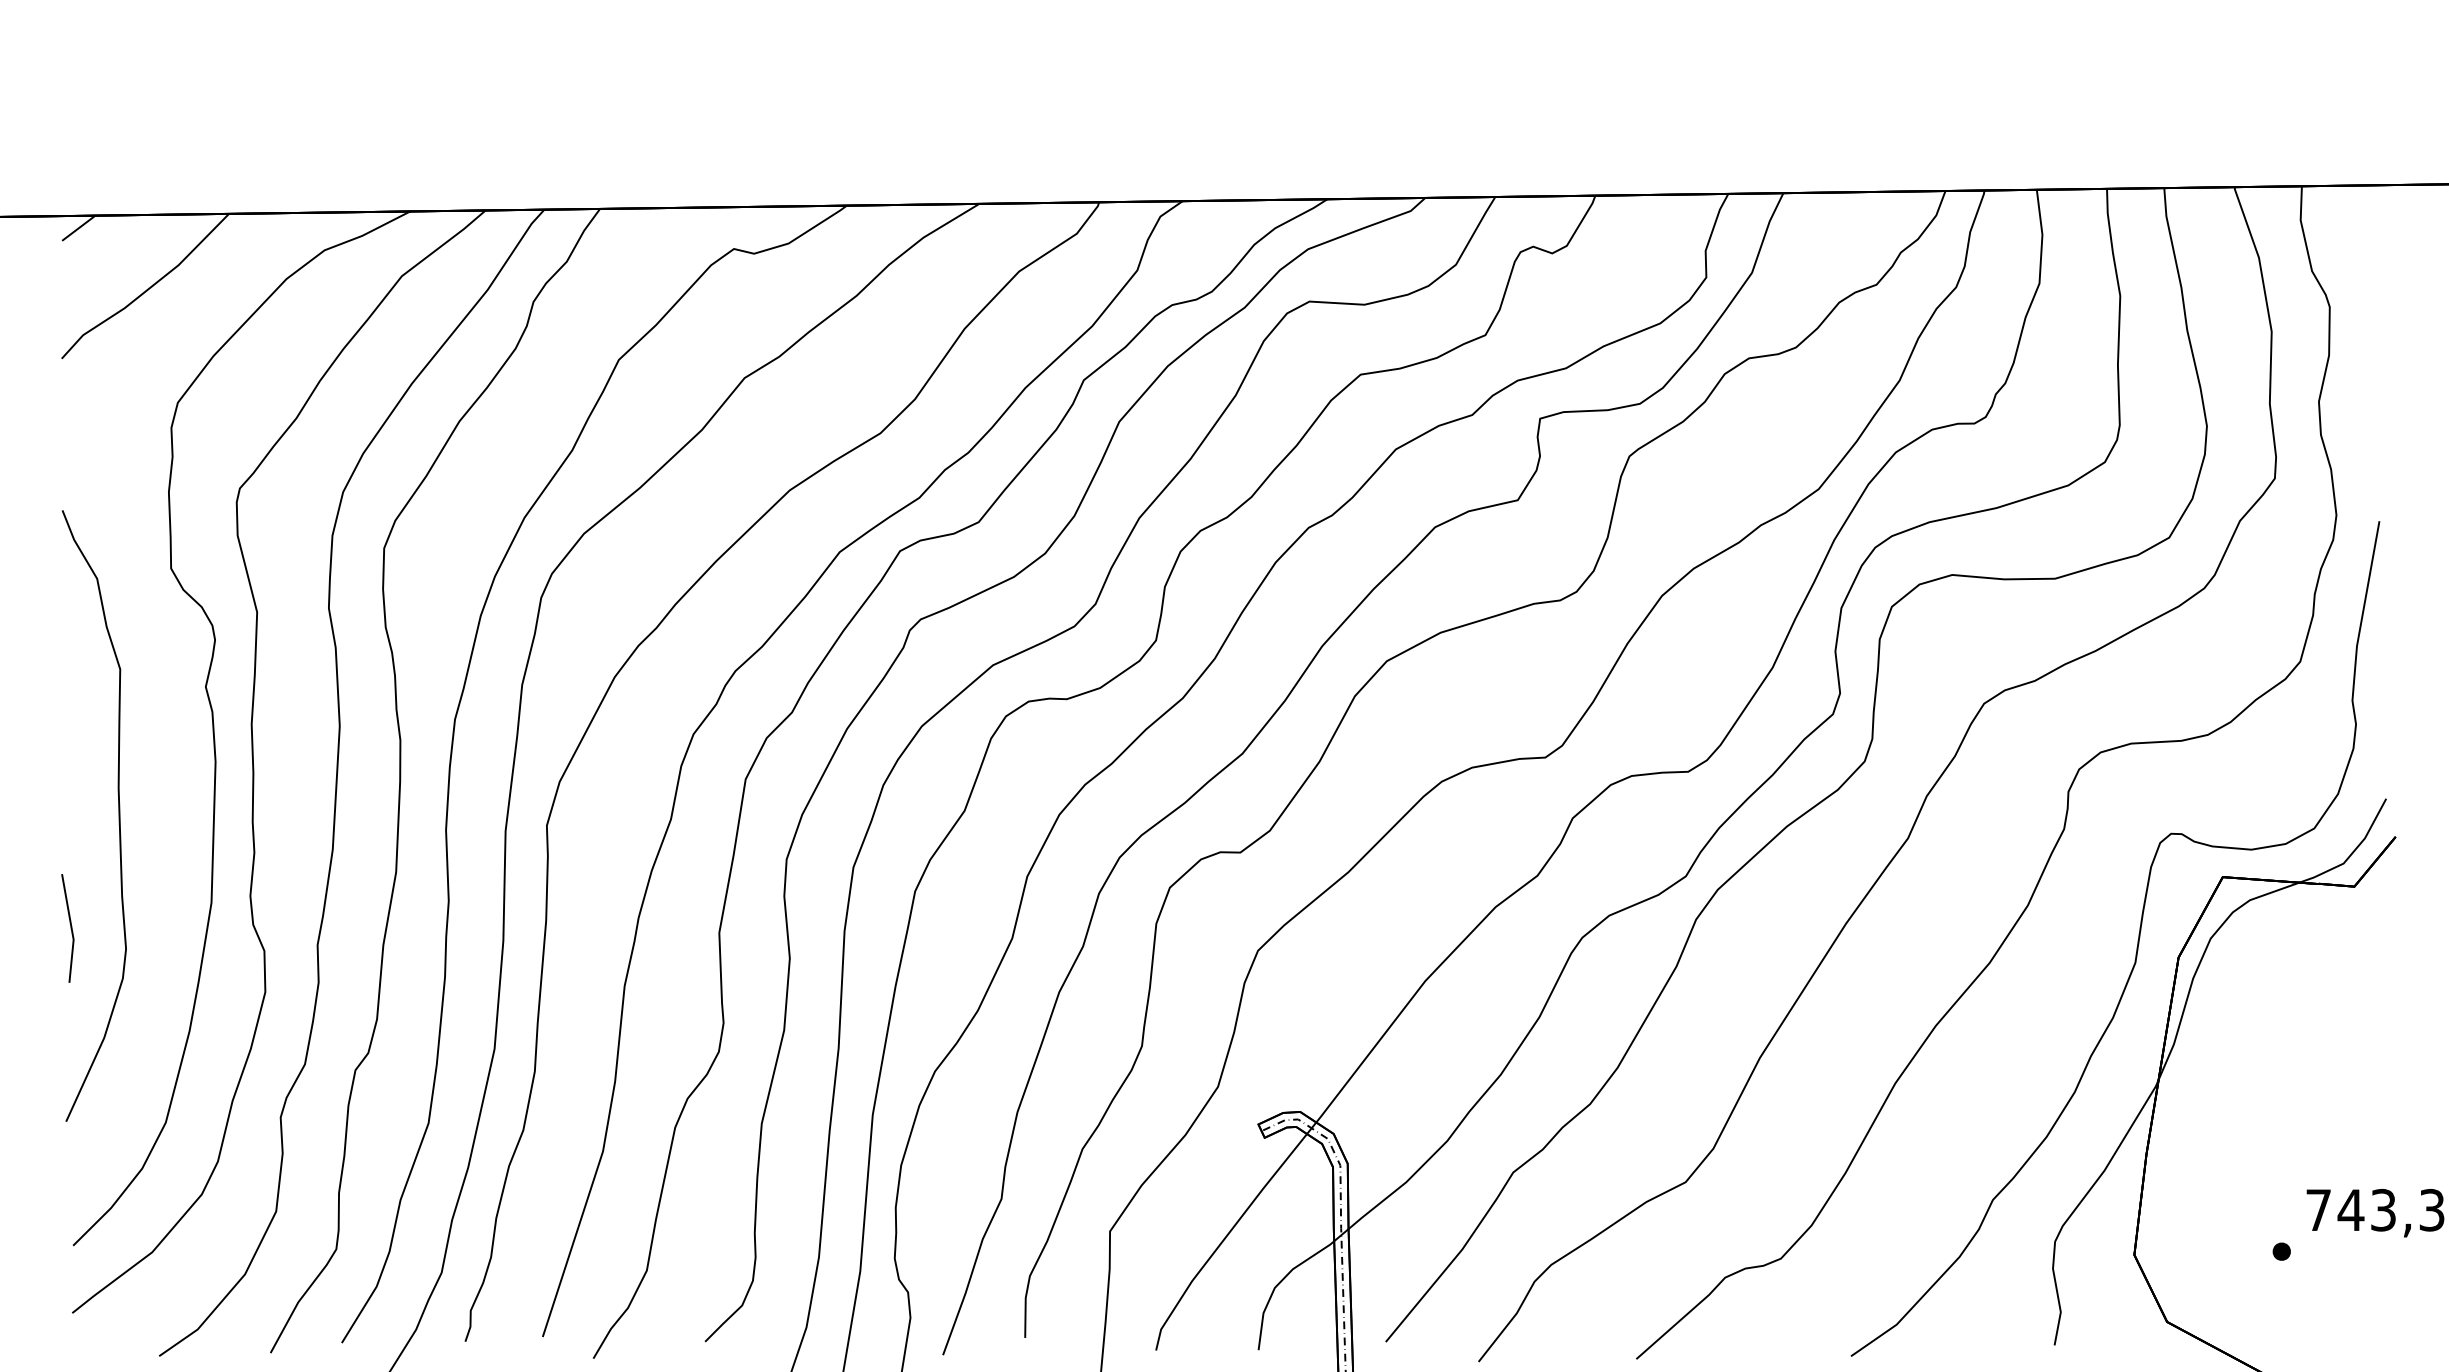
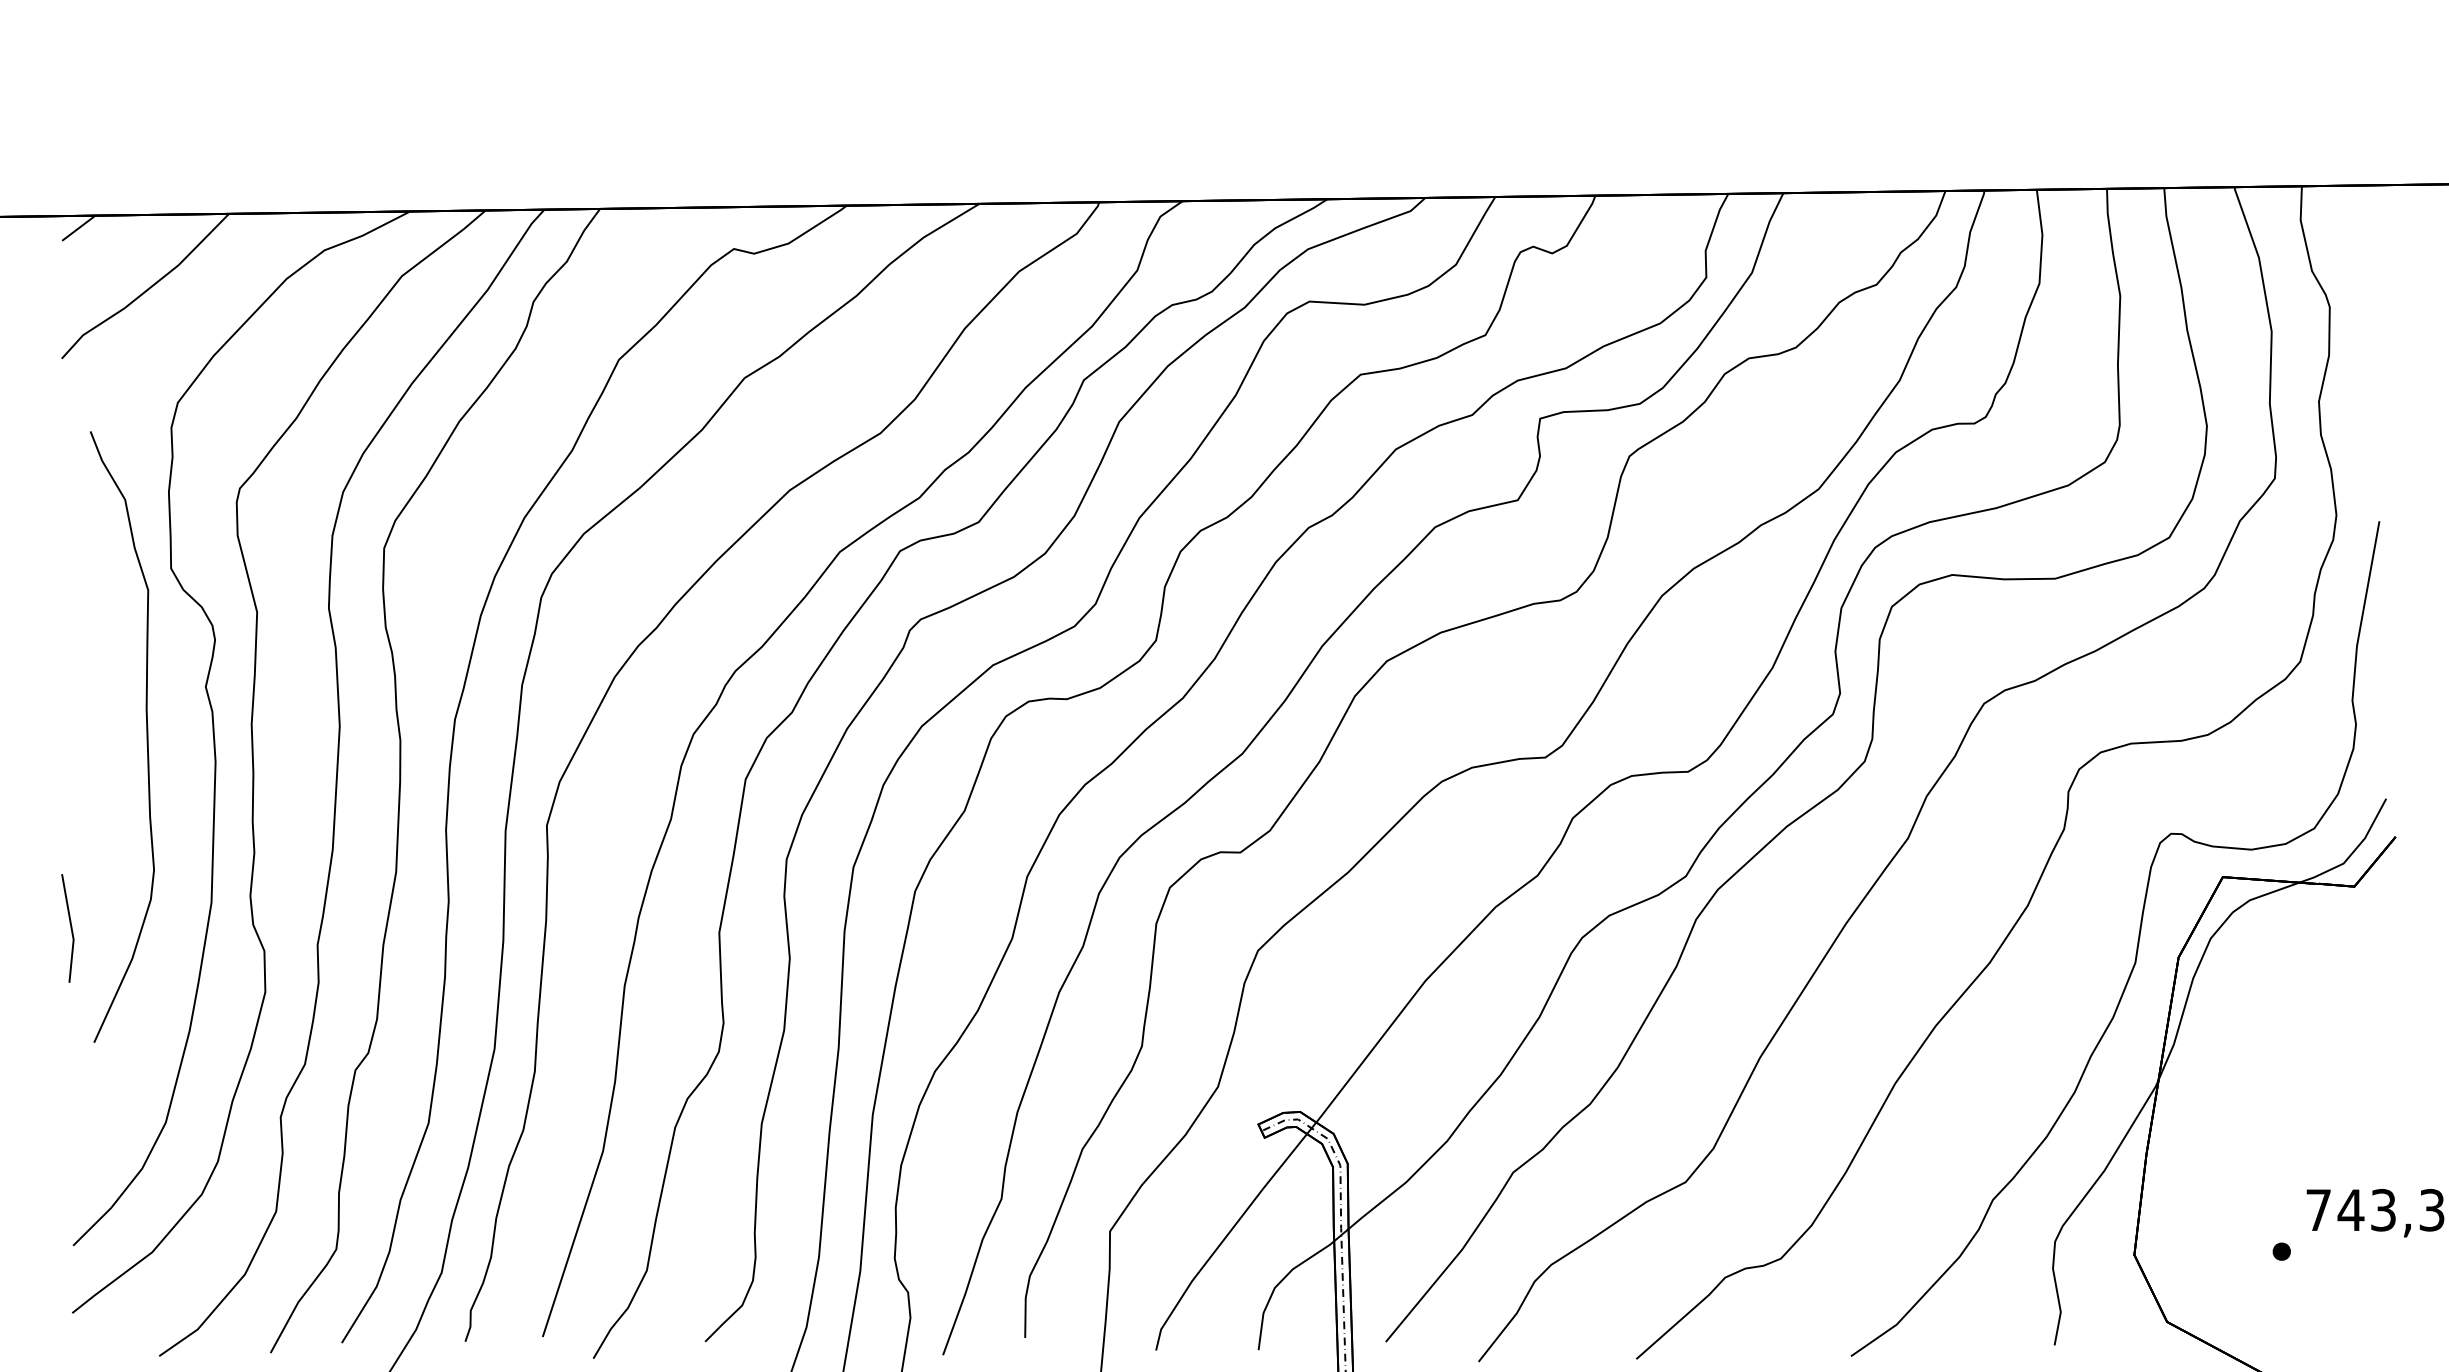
curve at (118, 815) position: (118, 815) -> (146, 736)
